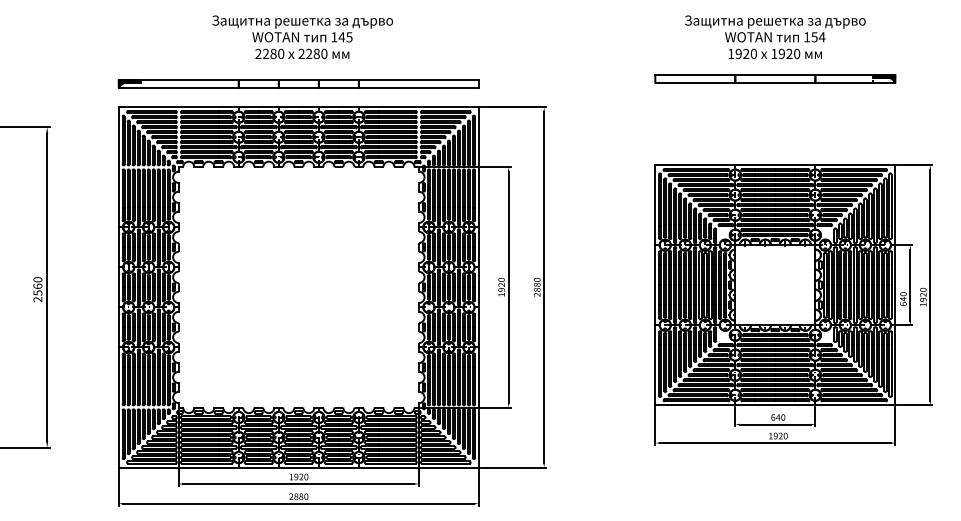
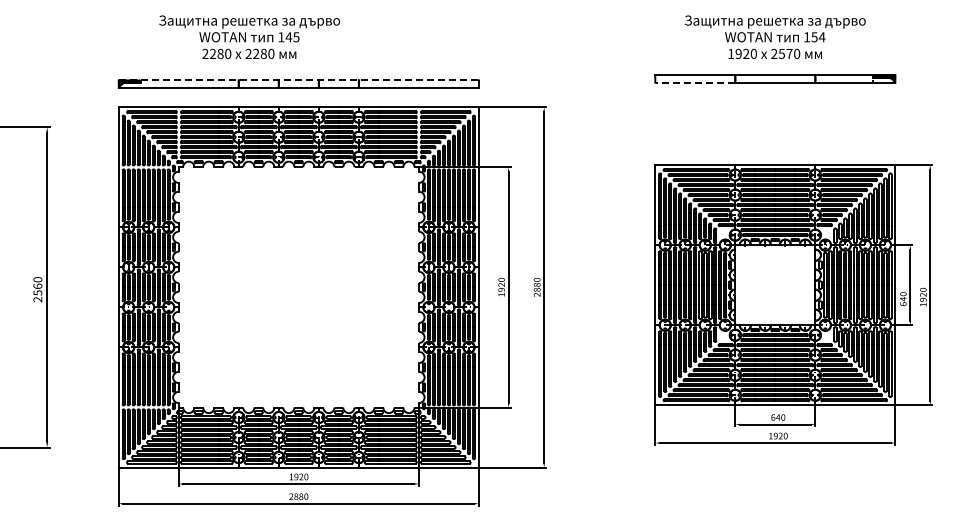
text at (302, 37) position: (302, 37) -> (249, 37)
text at (781, 53): 1920 -> 2570
line at (299, 80): solid -> dashed
line at (695, 82): solid -> dashed
